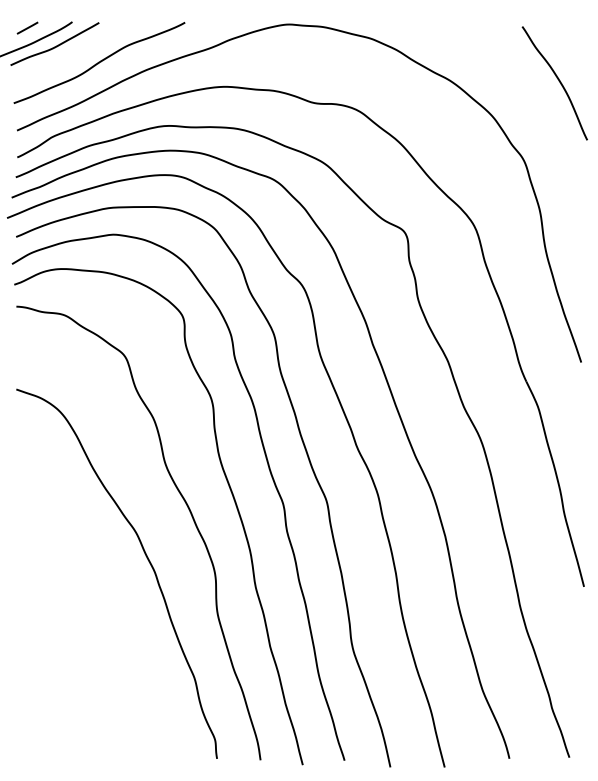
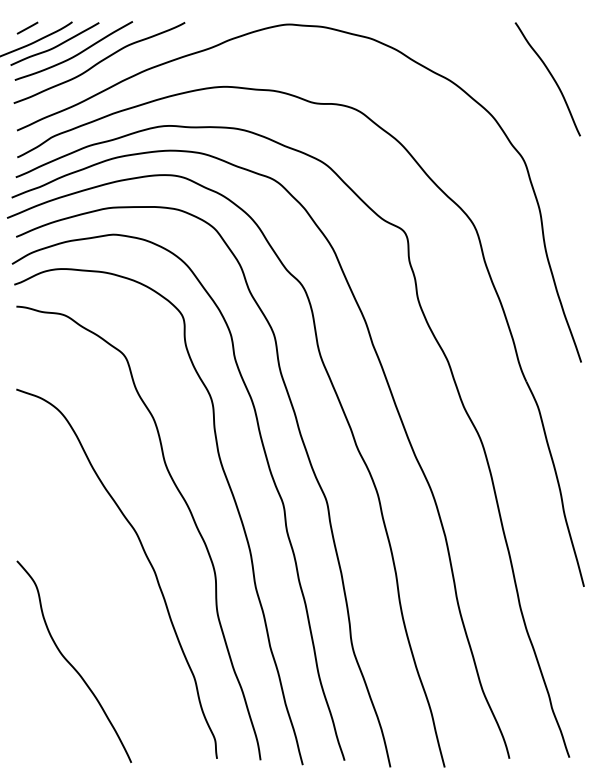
curve at (75, 54): none -> present
curve at (558, 81) position: (558, 81) -> (551, 77)
curve at (70, 662): none -> present
